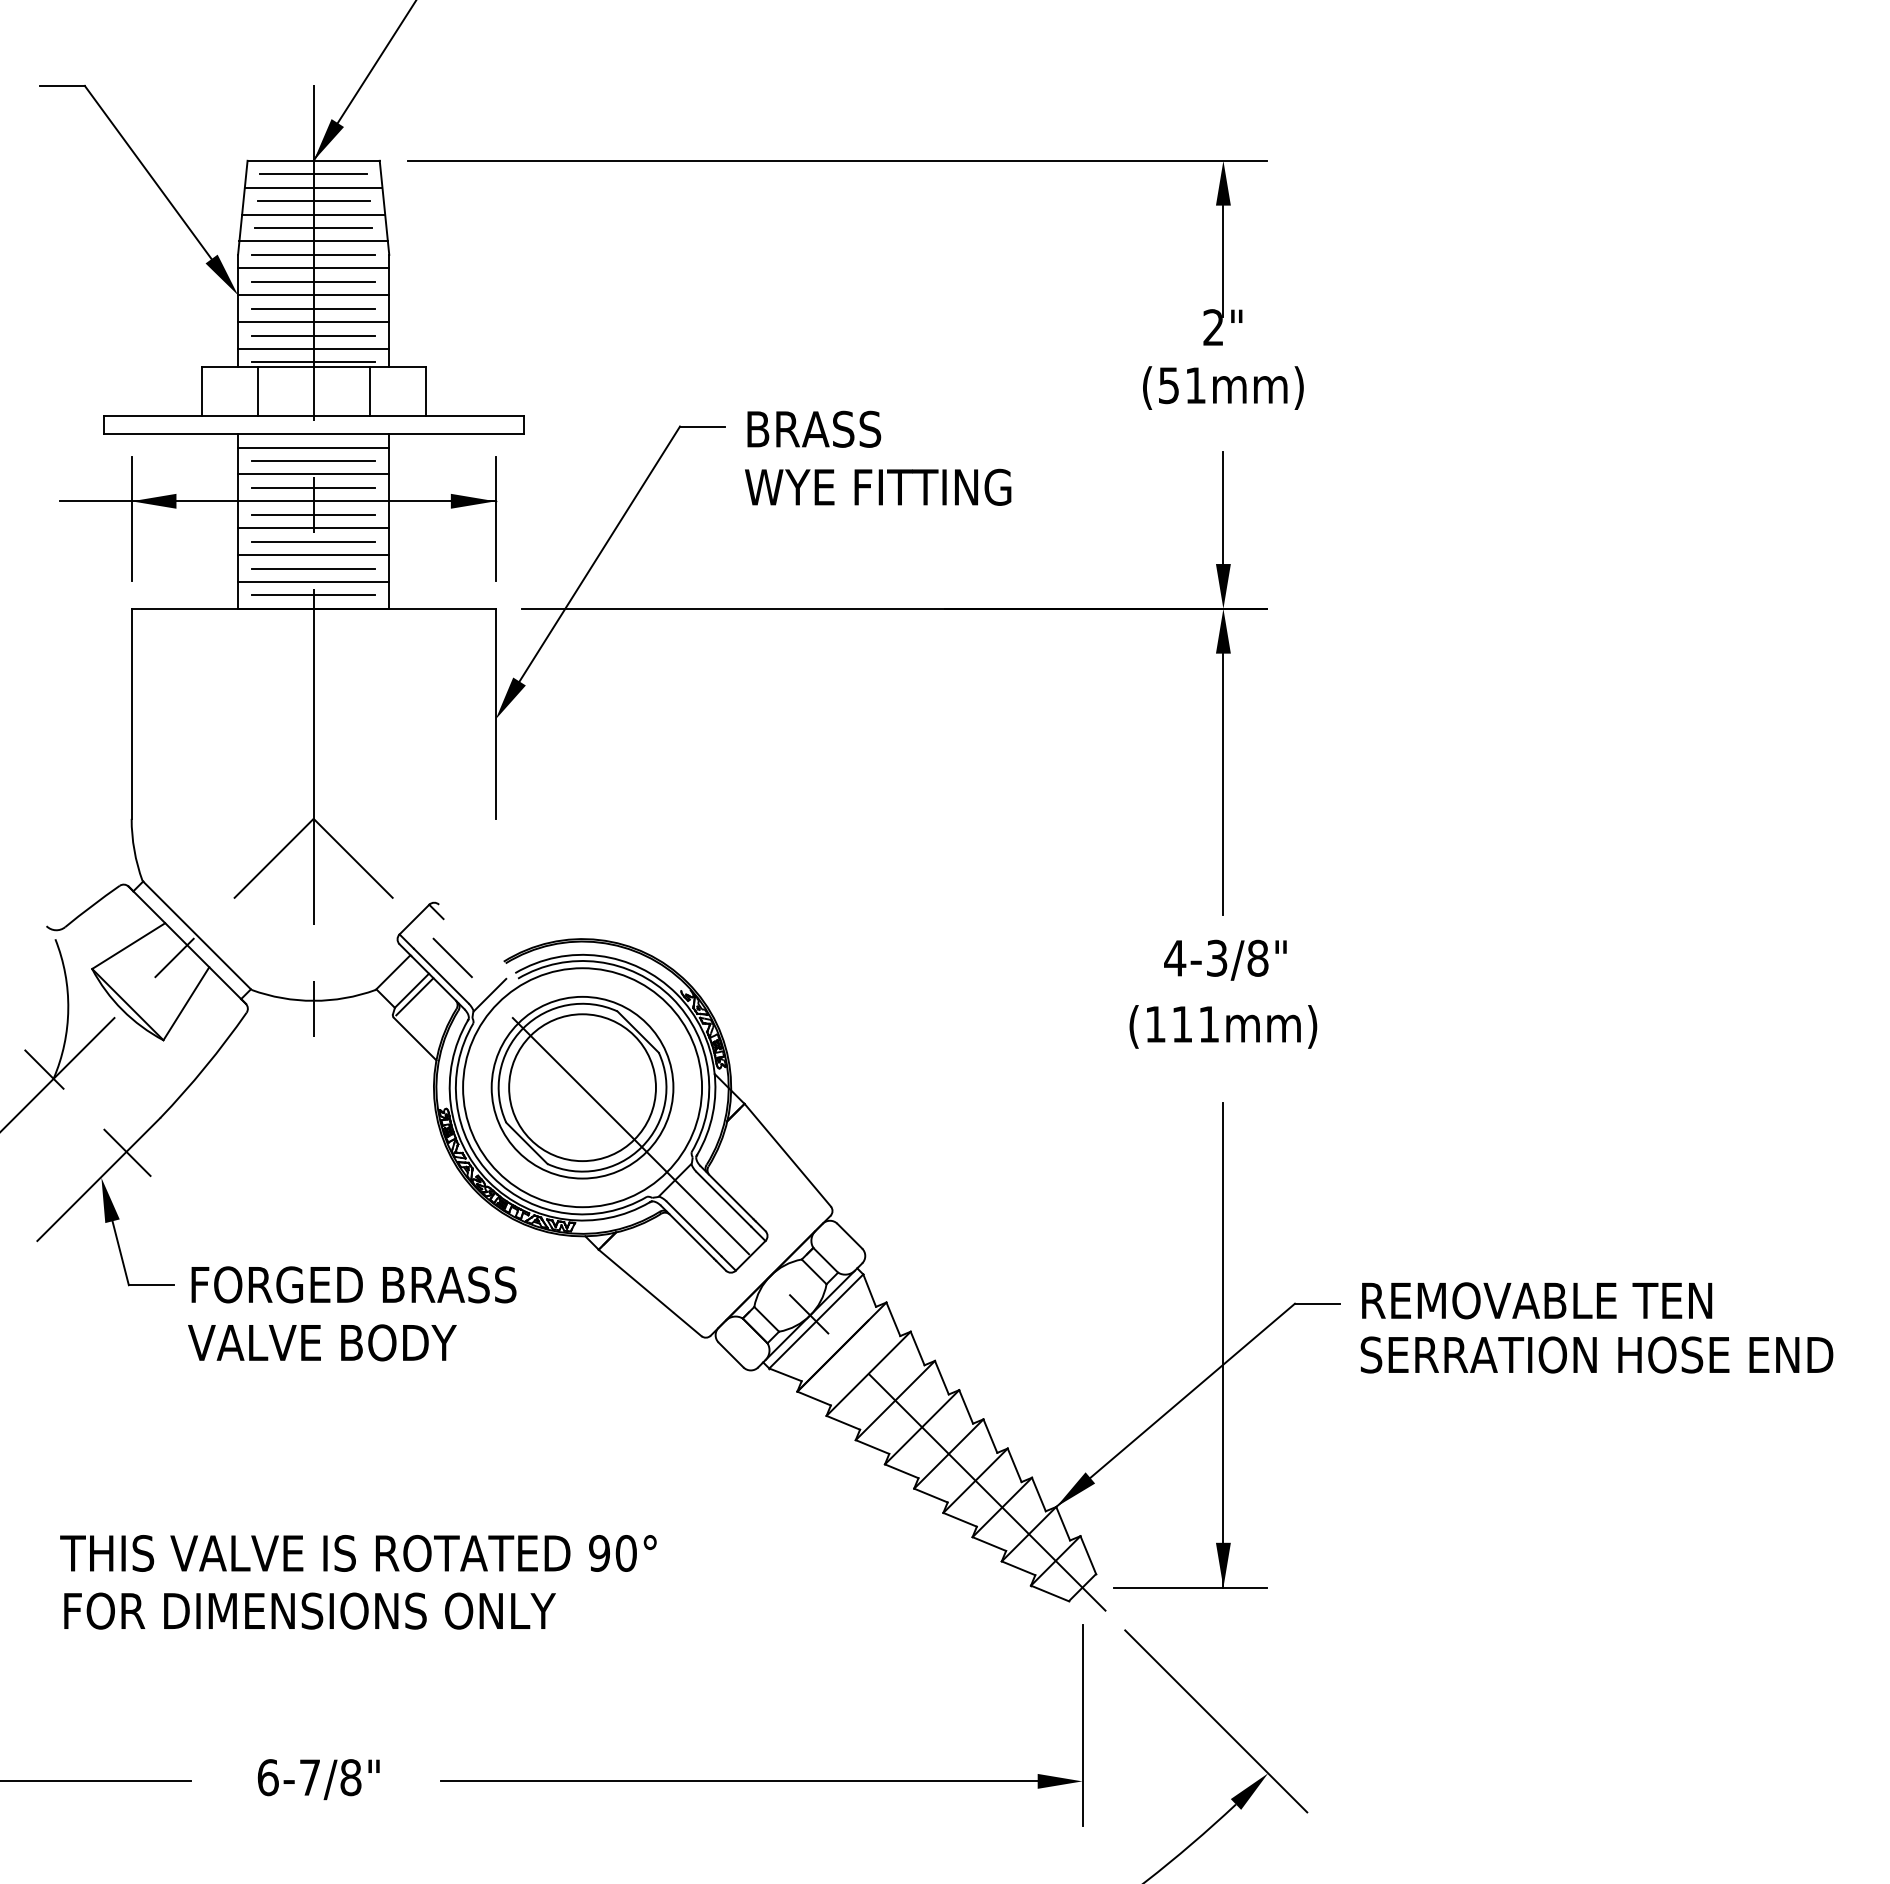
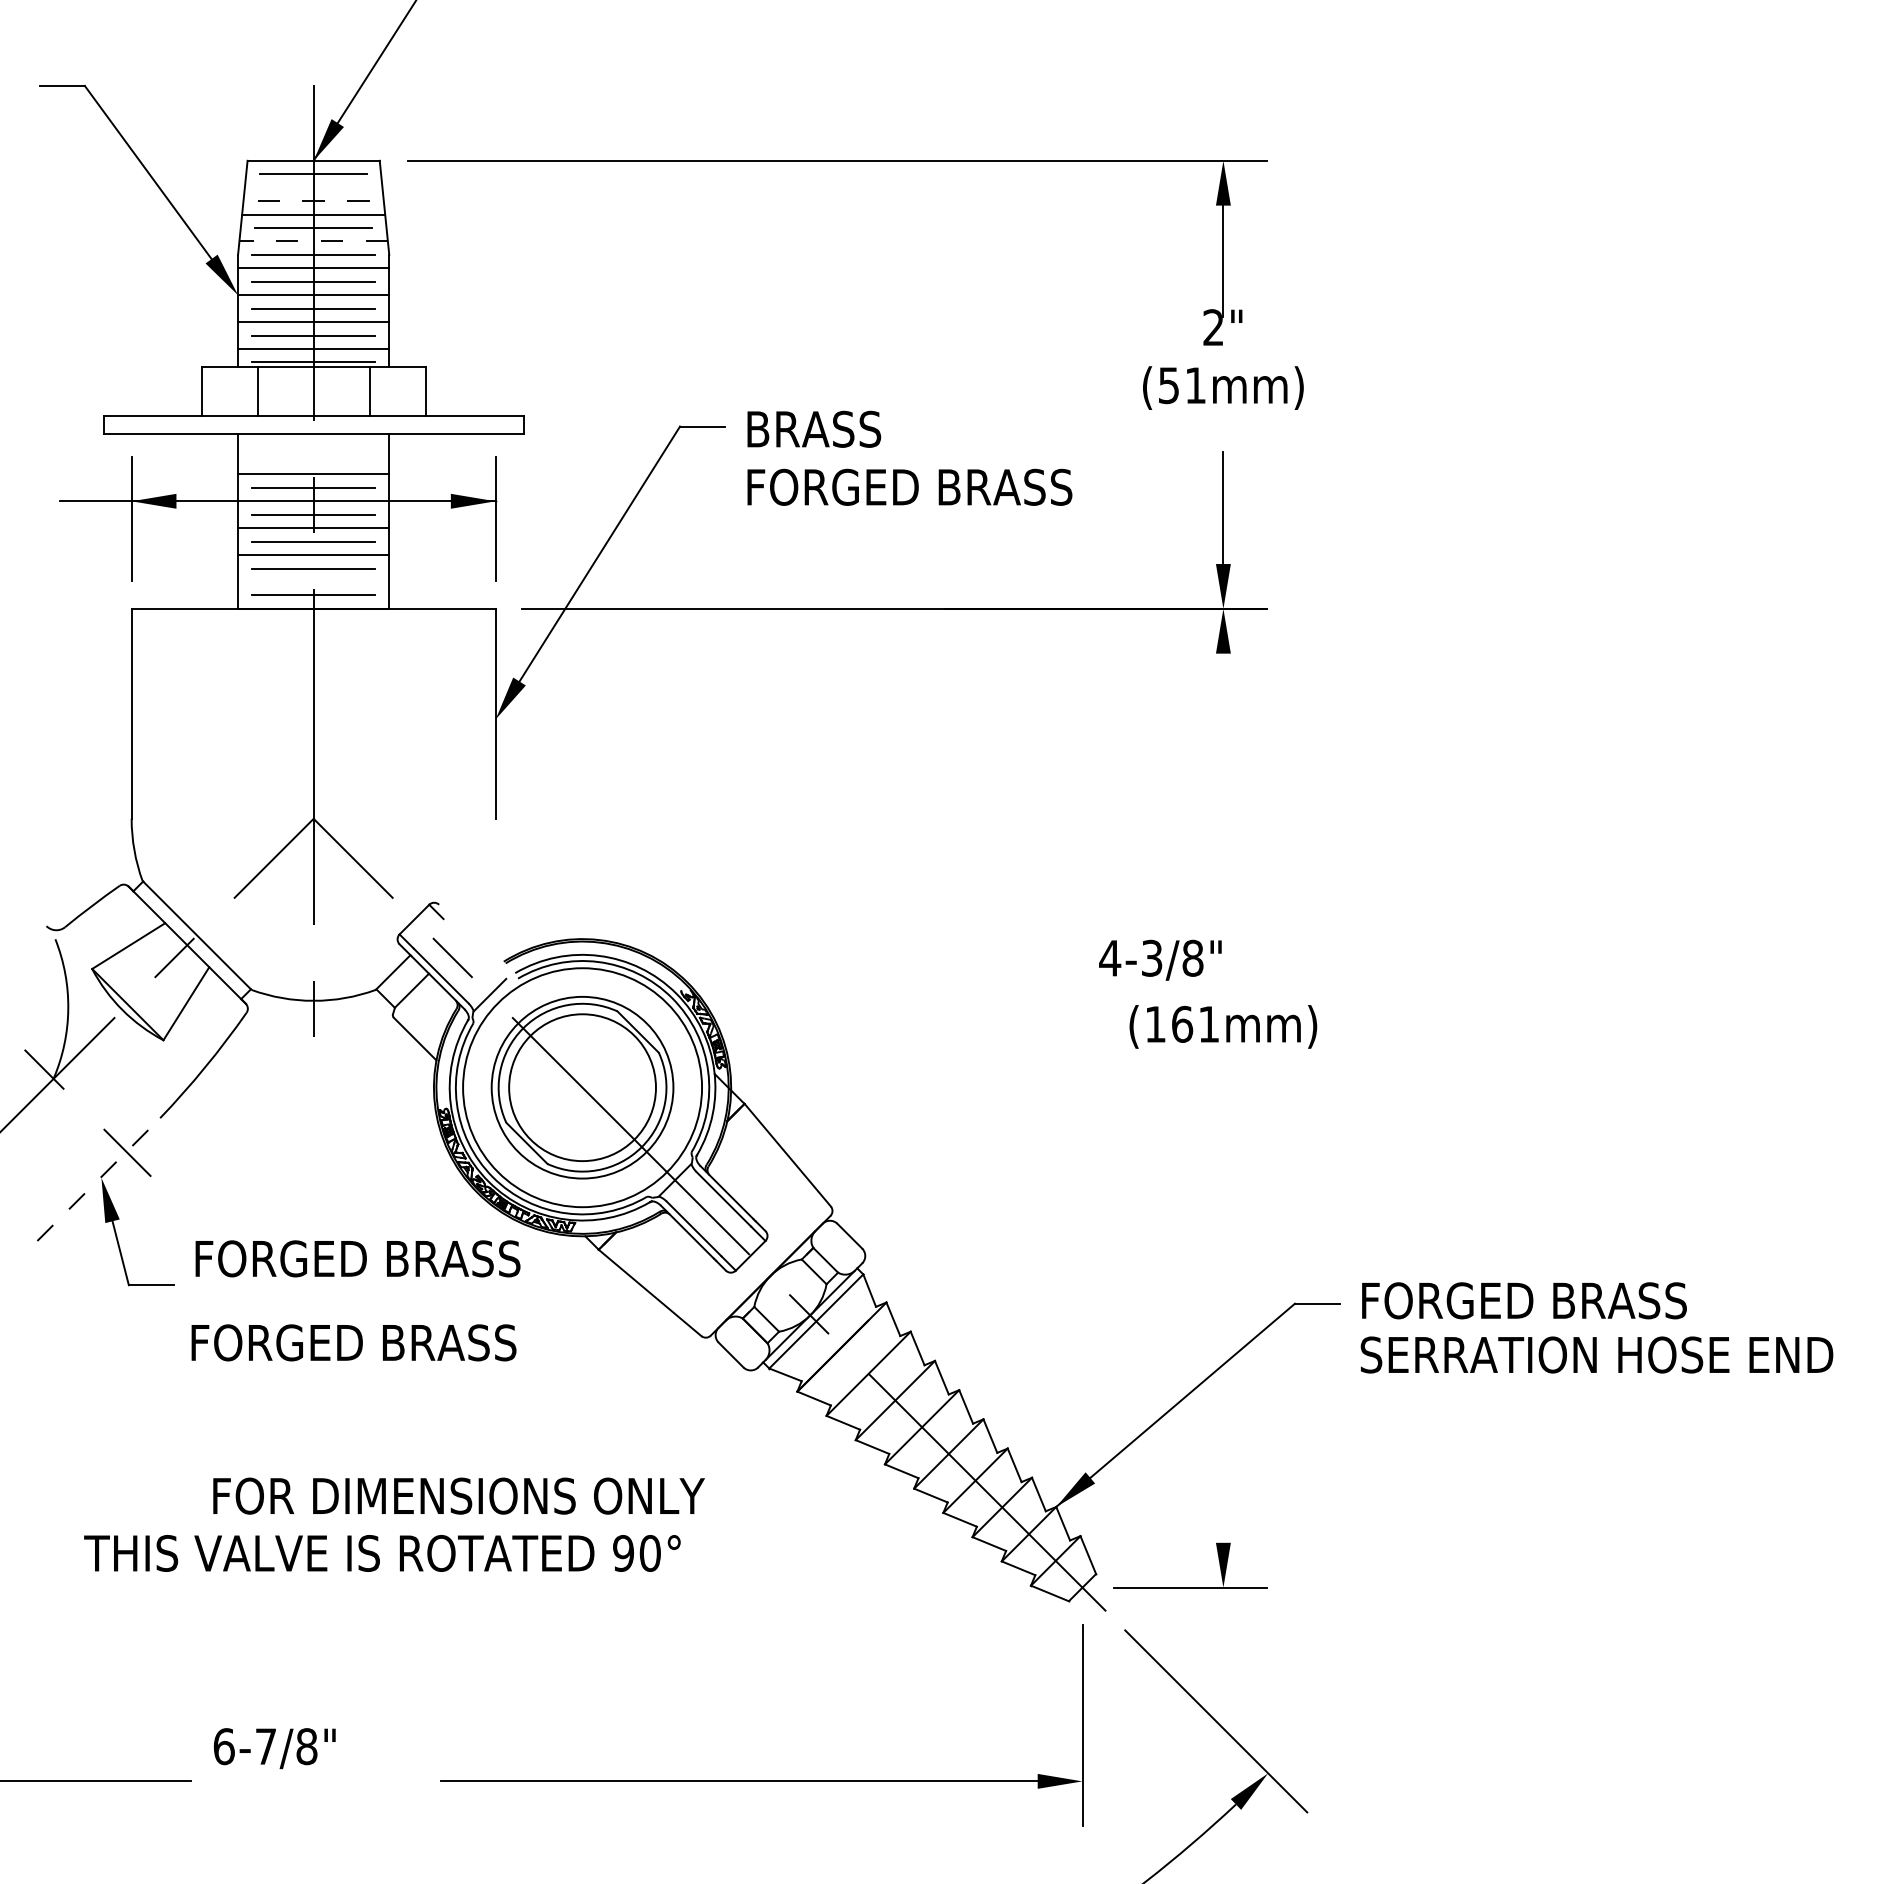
line at (313, 187): present -> none
line at (313, 201): solid -> dashed
line at (313, 241): solid -> dashed
line at (313, 447): present -> none
line at (313, 460): present -> none
text at (908, 486): WYE FITTING -> FORGED BRASS
line at (313, 581): present -> none
line at (1223, 784): present -> none
text at (1225, 959) position: (1225, 959) -> (1160, 959)
line at (414, 996): present -> none
text at (1182, 1023): (111mm) -> (161mm)
line at (98, 1179): solid -> dashed
text at (353, 1284) position: (353, 1284) -> (357, 1258)
text at (1539, 1300): REMOVABLE TEN -> FORGED BRASS
text at (352, 1342): VALVE BODY -> FORGED BRASS
line at (1223, 1345): present -> none
text at (358, 1553) position: (358, 1553) -> (382, 1553)
text at (309, 1610) position: (309, 1610) -> (458, 1495)
text at (318, 1779) position: (318, 1779) -> (274, 1748)
